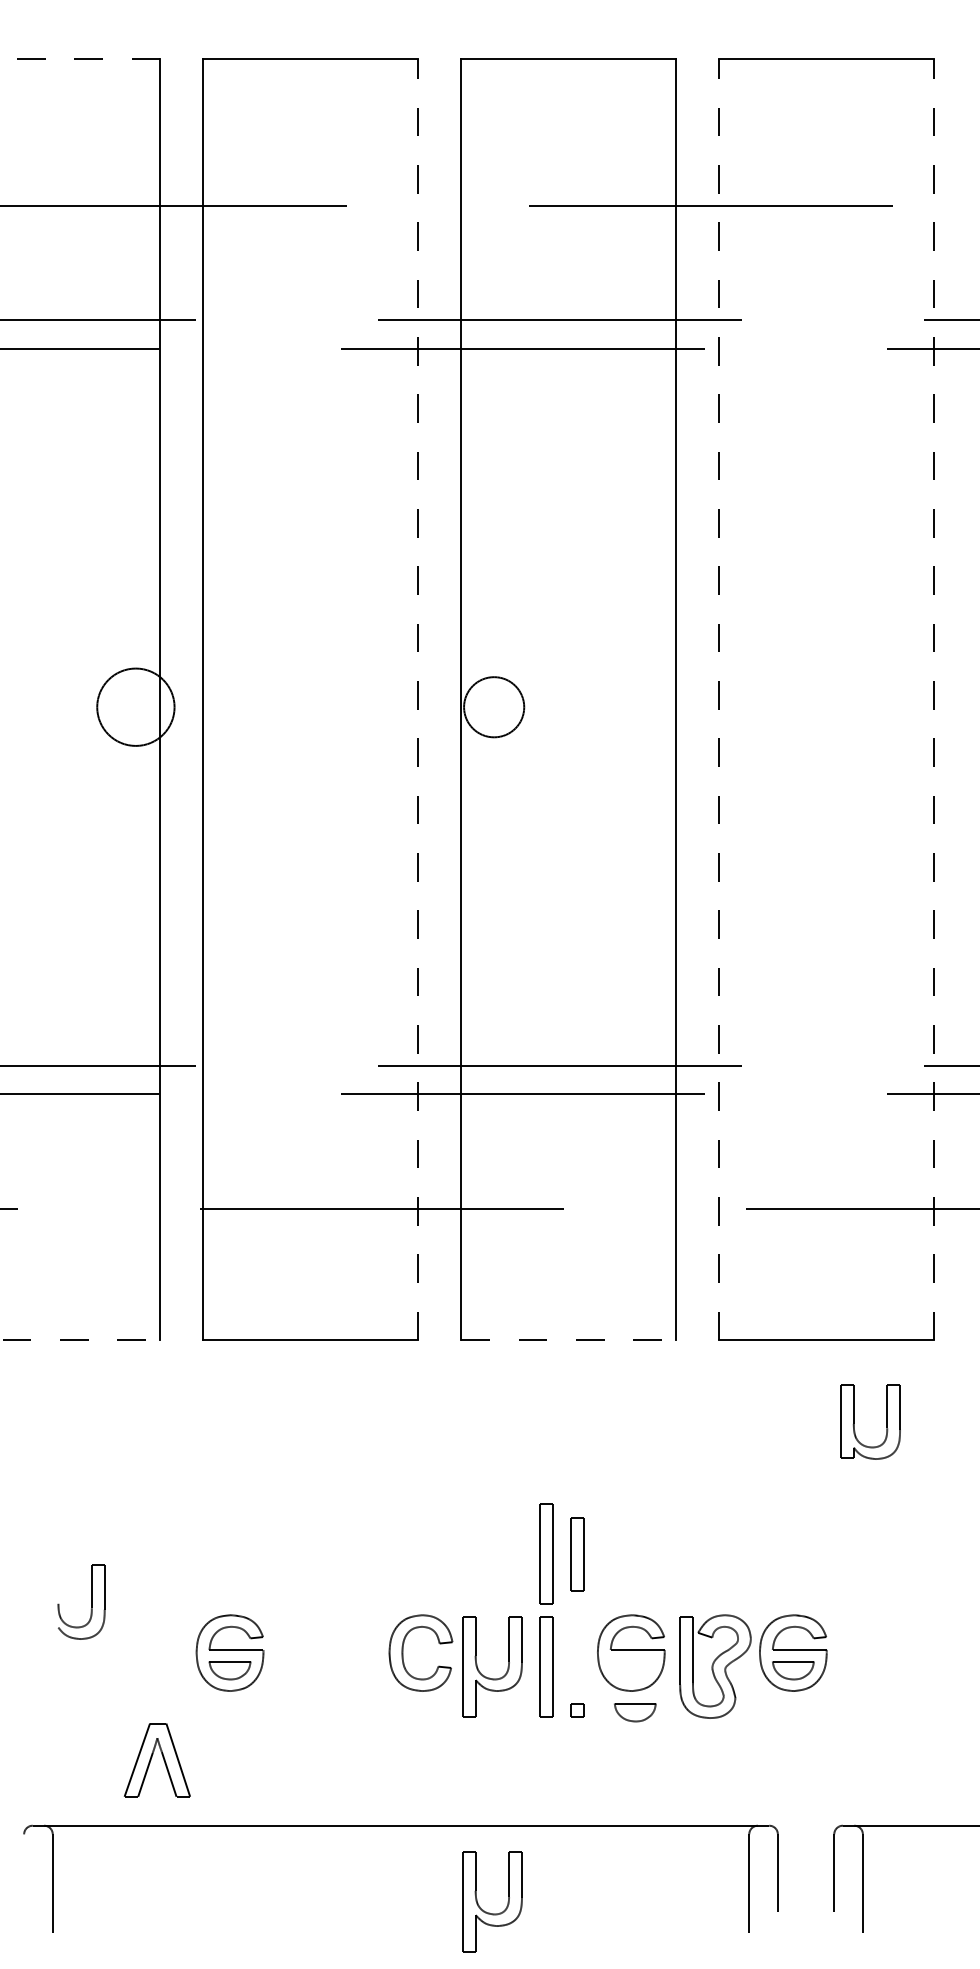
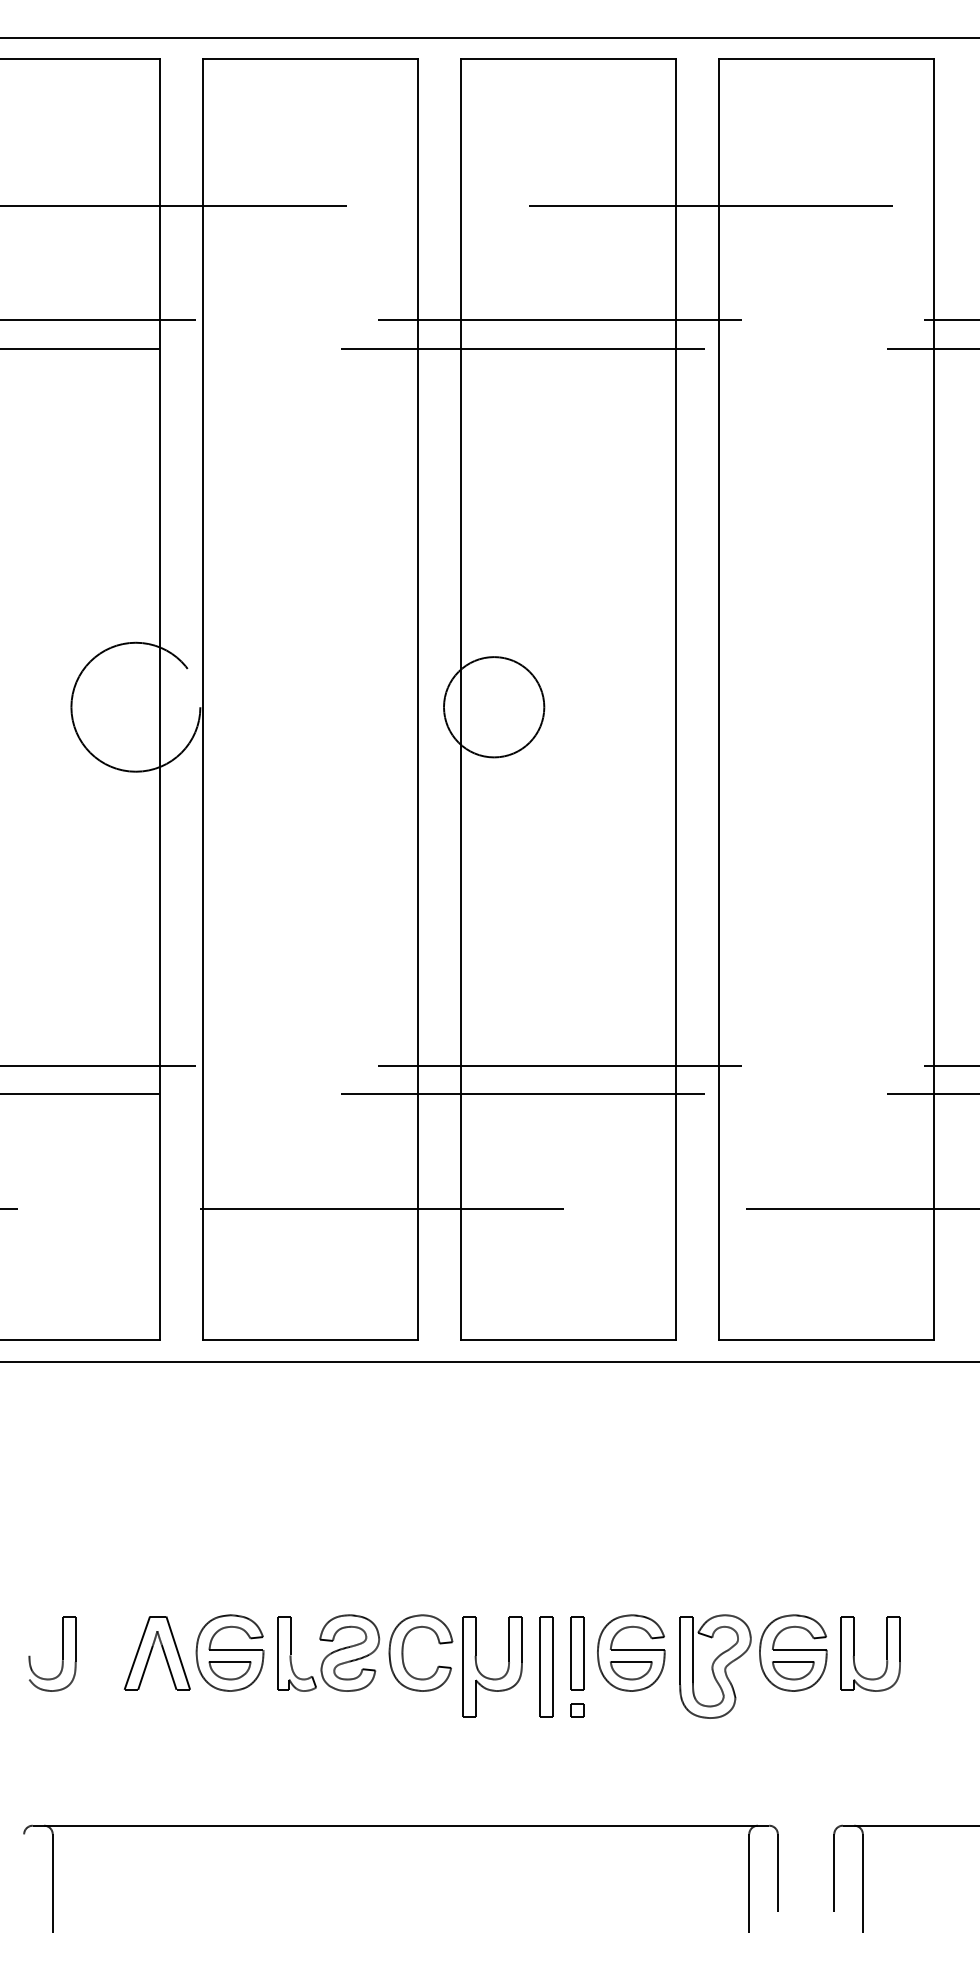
line at (489, 37): none -> present
line at (80, 59): dashed -> solid
line at (418, 699): dashed -> solid
line at (719, 699): dashed -> solid
line at (934, 699): dashed -> solid
circle at (135, 706) diameter: 77 px -> 129 px
circle at (494, 707) diameter: 60 px -> 100 px
line at (80, 1340): dashed -> solid
line at (569, 1340): dashed -> solid
line at (489, 1361): none -> present
part at (854, 1421) position: (854, 1421) -> (854, 1653)
part at (546, 1553): present -> none
part at (577, 1554) position: (577, 1554) -> (577, 1653)
part at (91, 1601) position: (91, 1601) -> (62, 1653)
part at (328, 1652): none -> present
part at (635, 1712) position: (635, 1712) -> (631, 1670)
part at (156, 1760) position: (156, 1760) -> (156, 1653)
part at (489, 1912): present -> none
